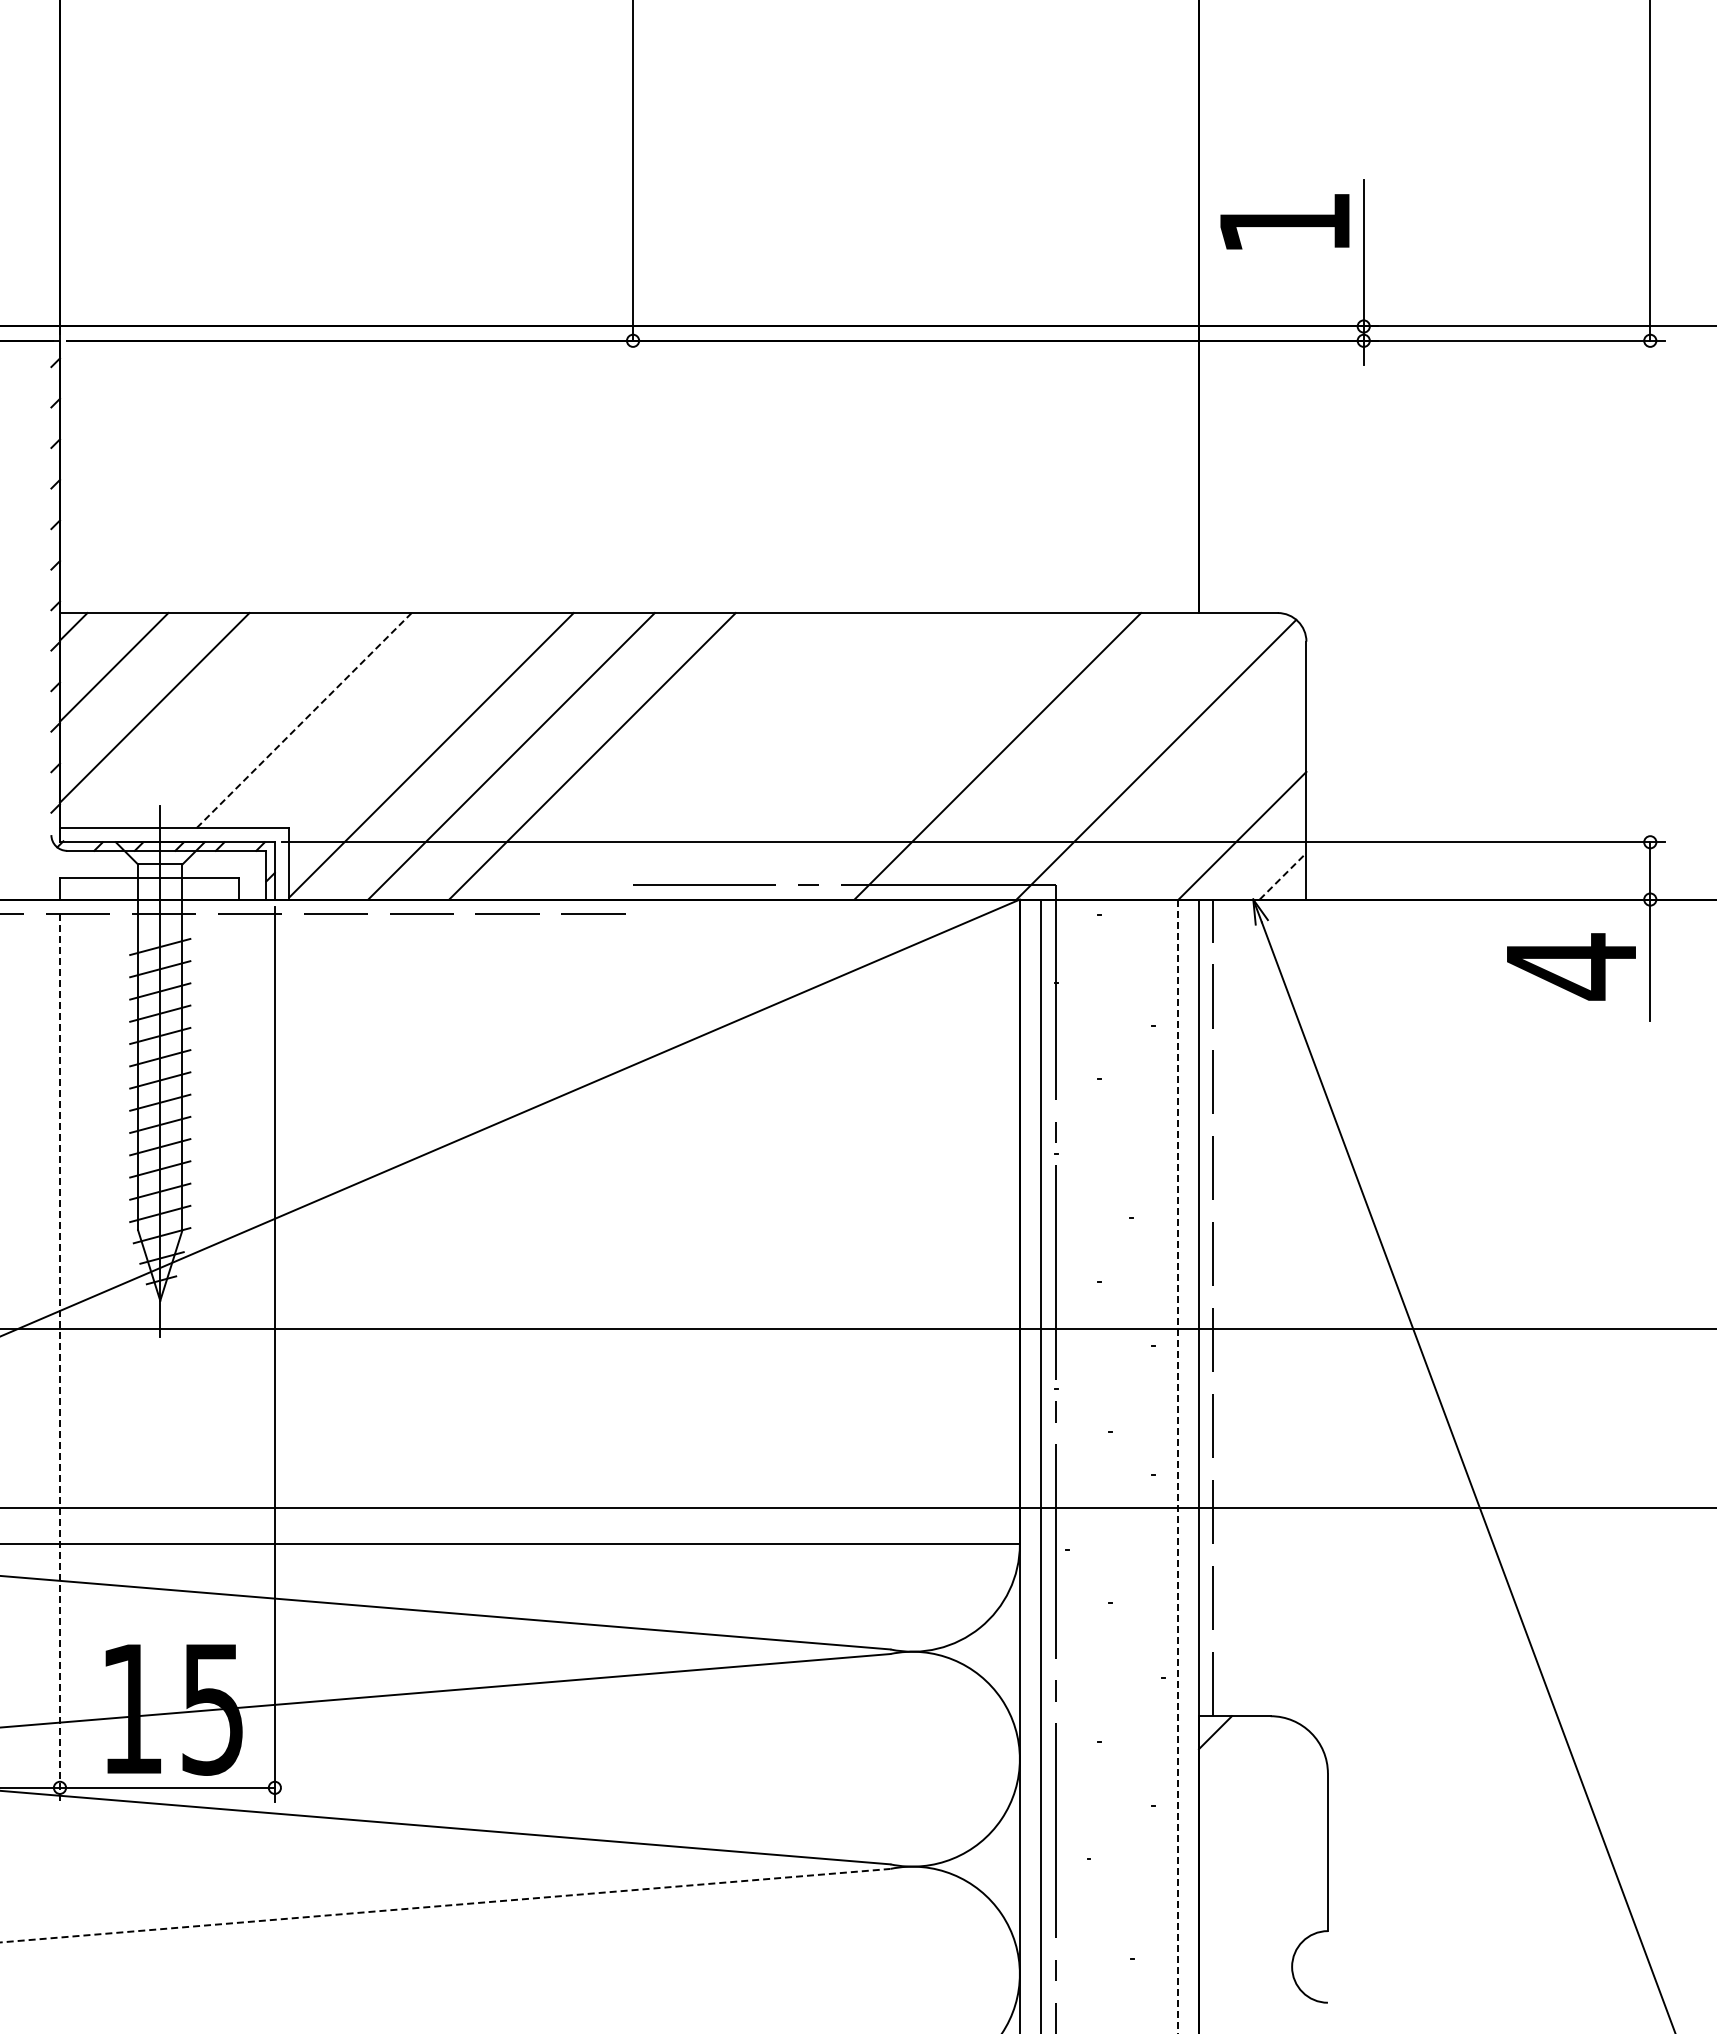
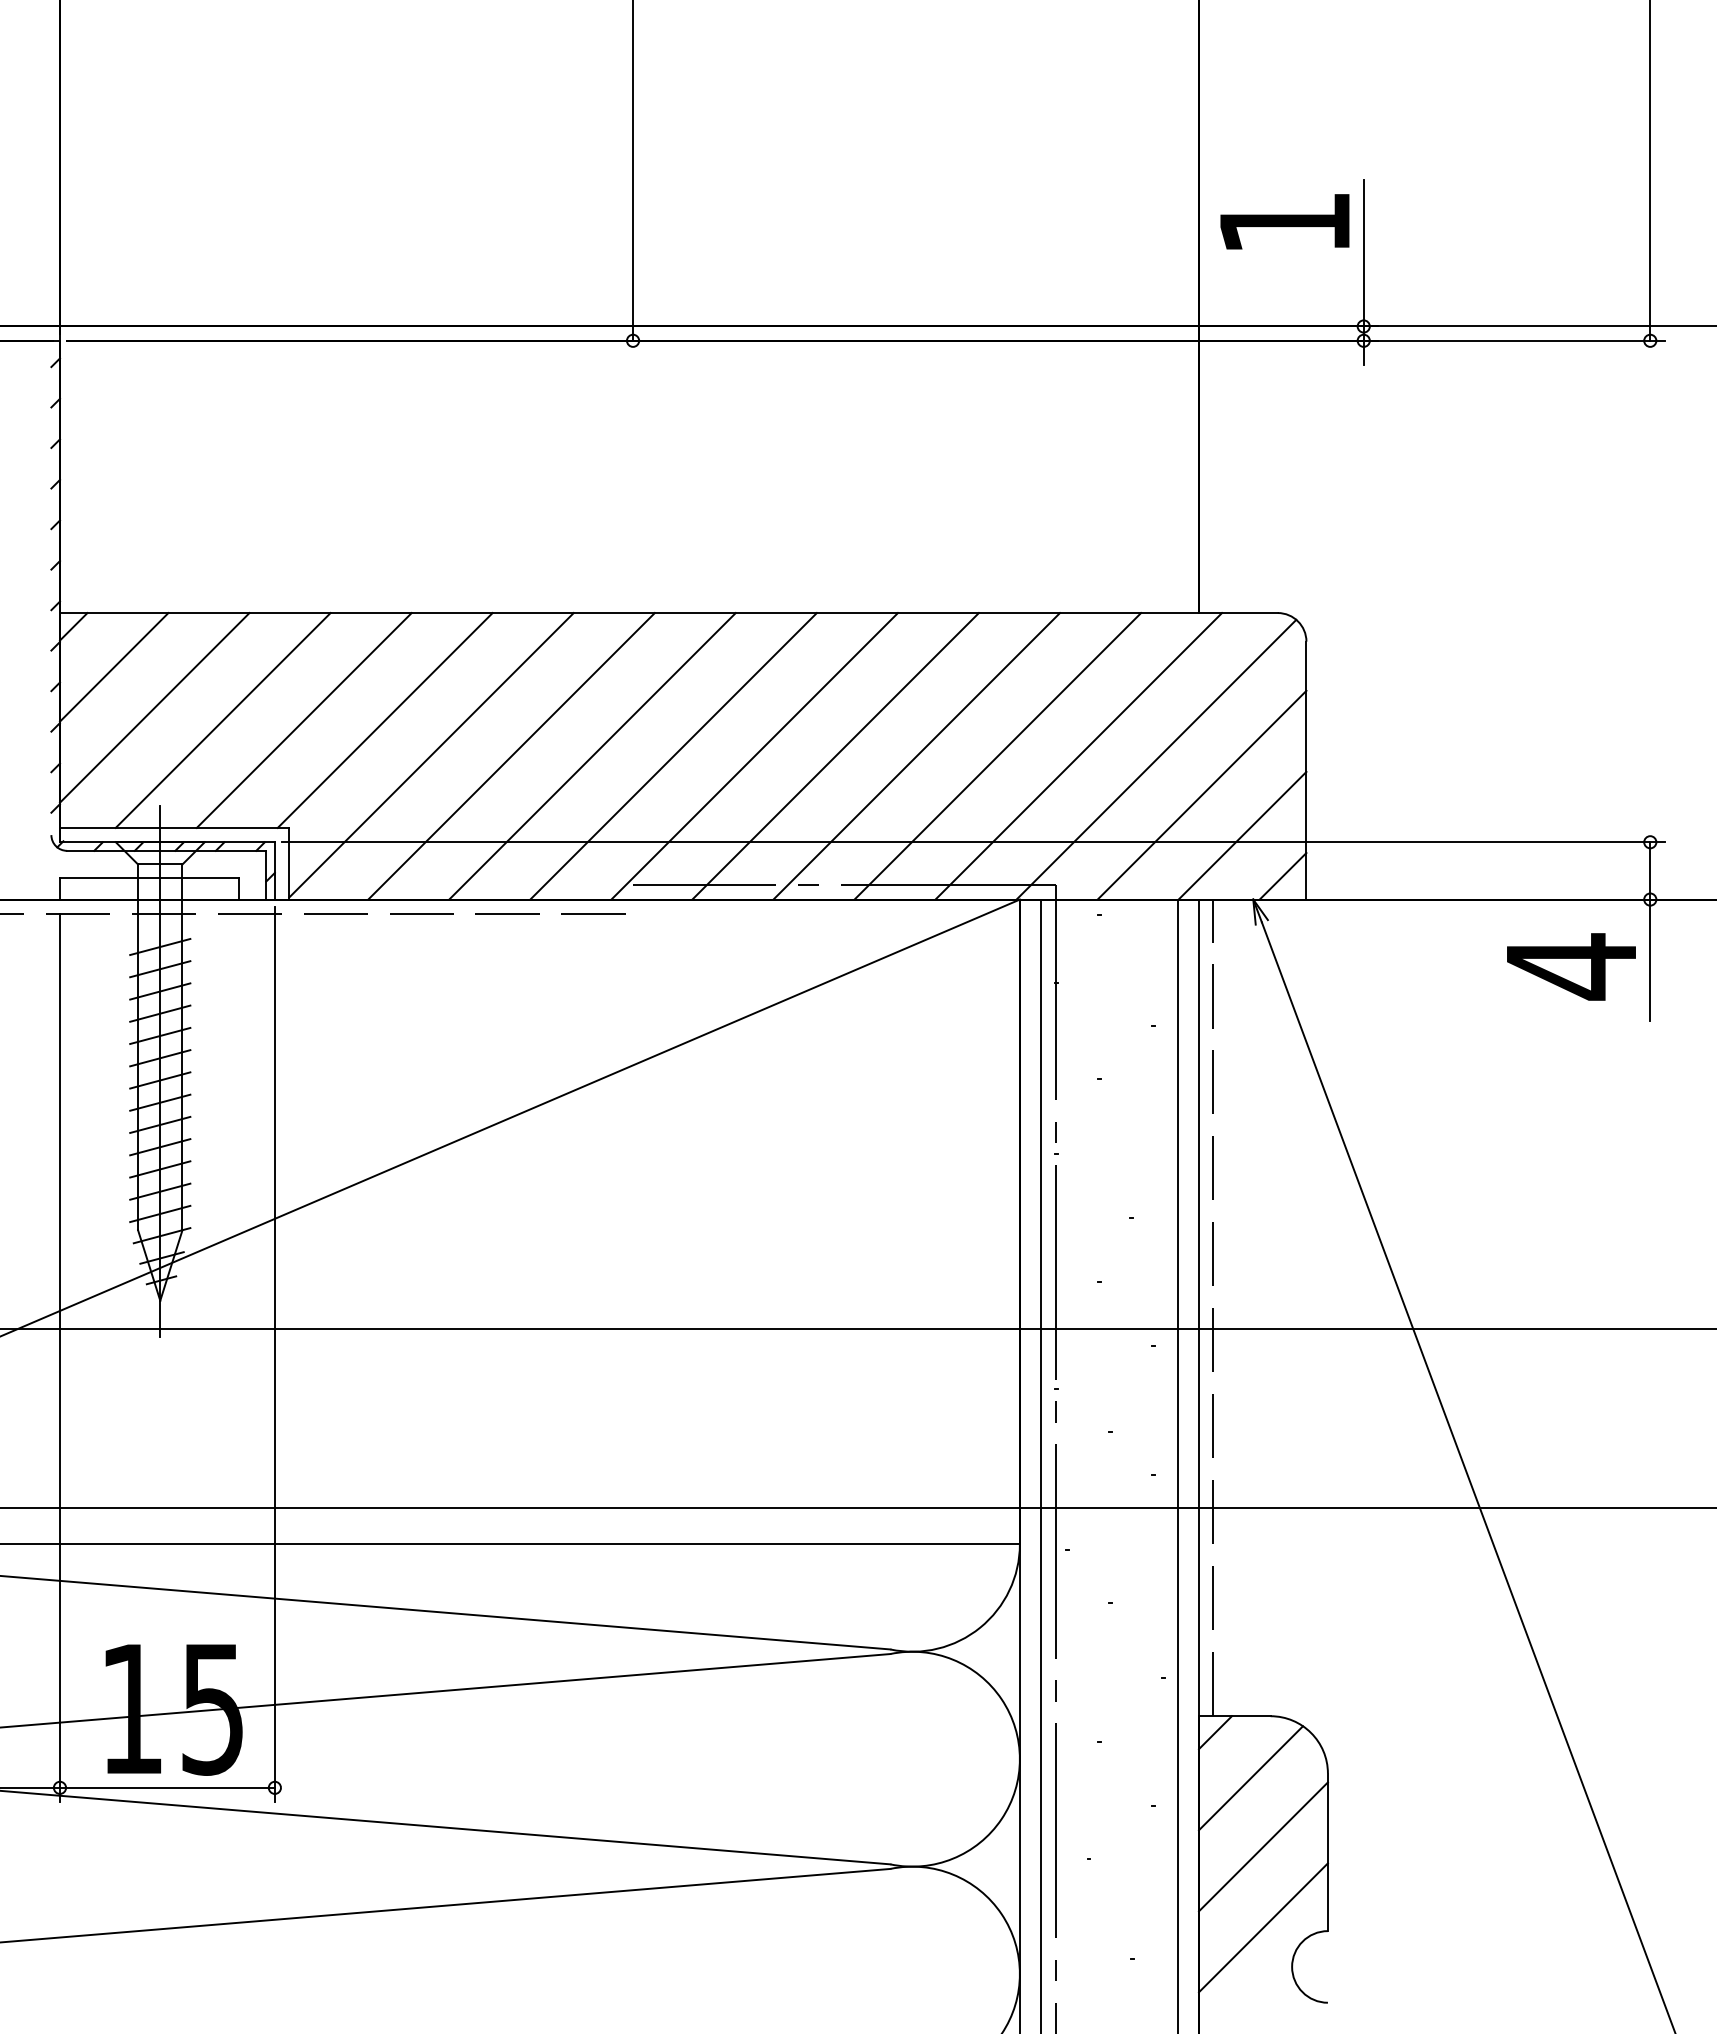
line at (222, 720): none -> present
line at (304, 720): dashed -> solid
line at (384, 720): none -> present
line at (673, 756): none -> present
line at (754, 756): none -> present
line at (835, 756): none -> present
line at (916, 756): none -> present
line at (1078, 756): none -> present
line at (1201, 794): none -> present
line at (1283, 876): dashed -> solid
line at (59, 1358): dashed -> solid
line at (1177, 1466): dashed -> solid
line at (1250, 1778): none -> present
line at (1262, 1846): none -> present
line at (446, 1905): dashed -> solid
line at (1262, 1927): none -> present
